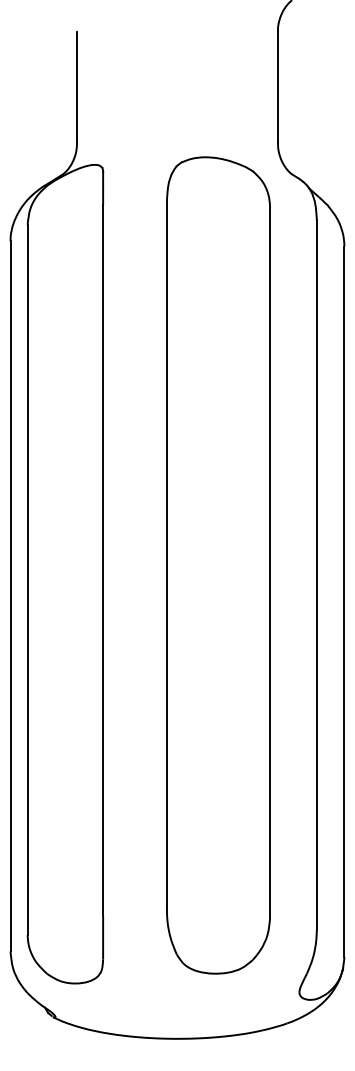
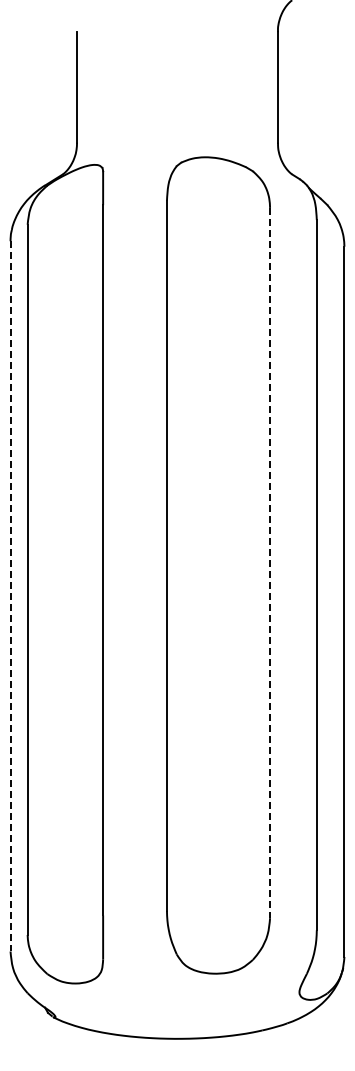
line at (270, 563): solid -> dashed
line at (10, 596): solid -> dashed
